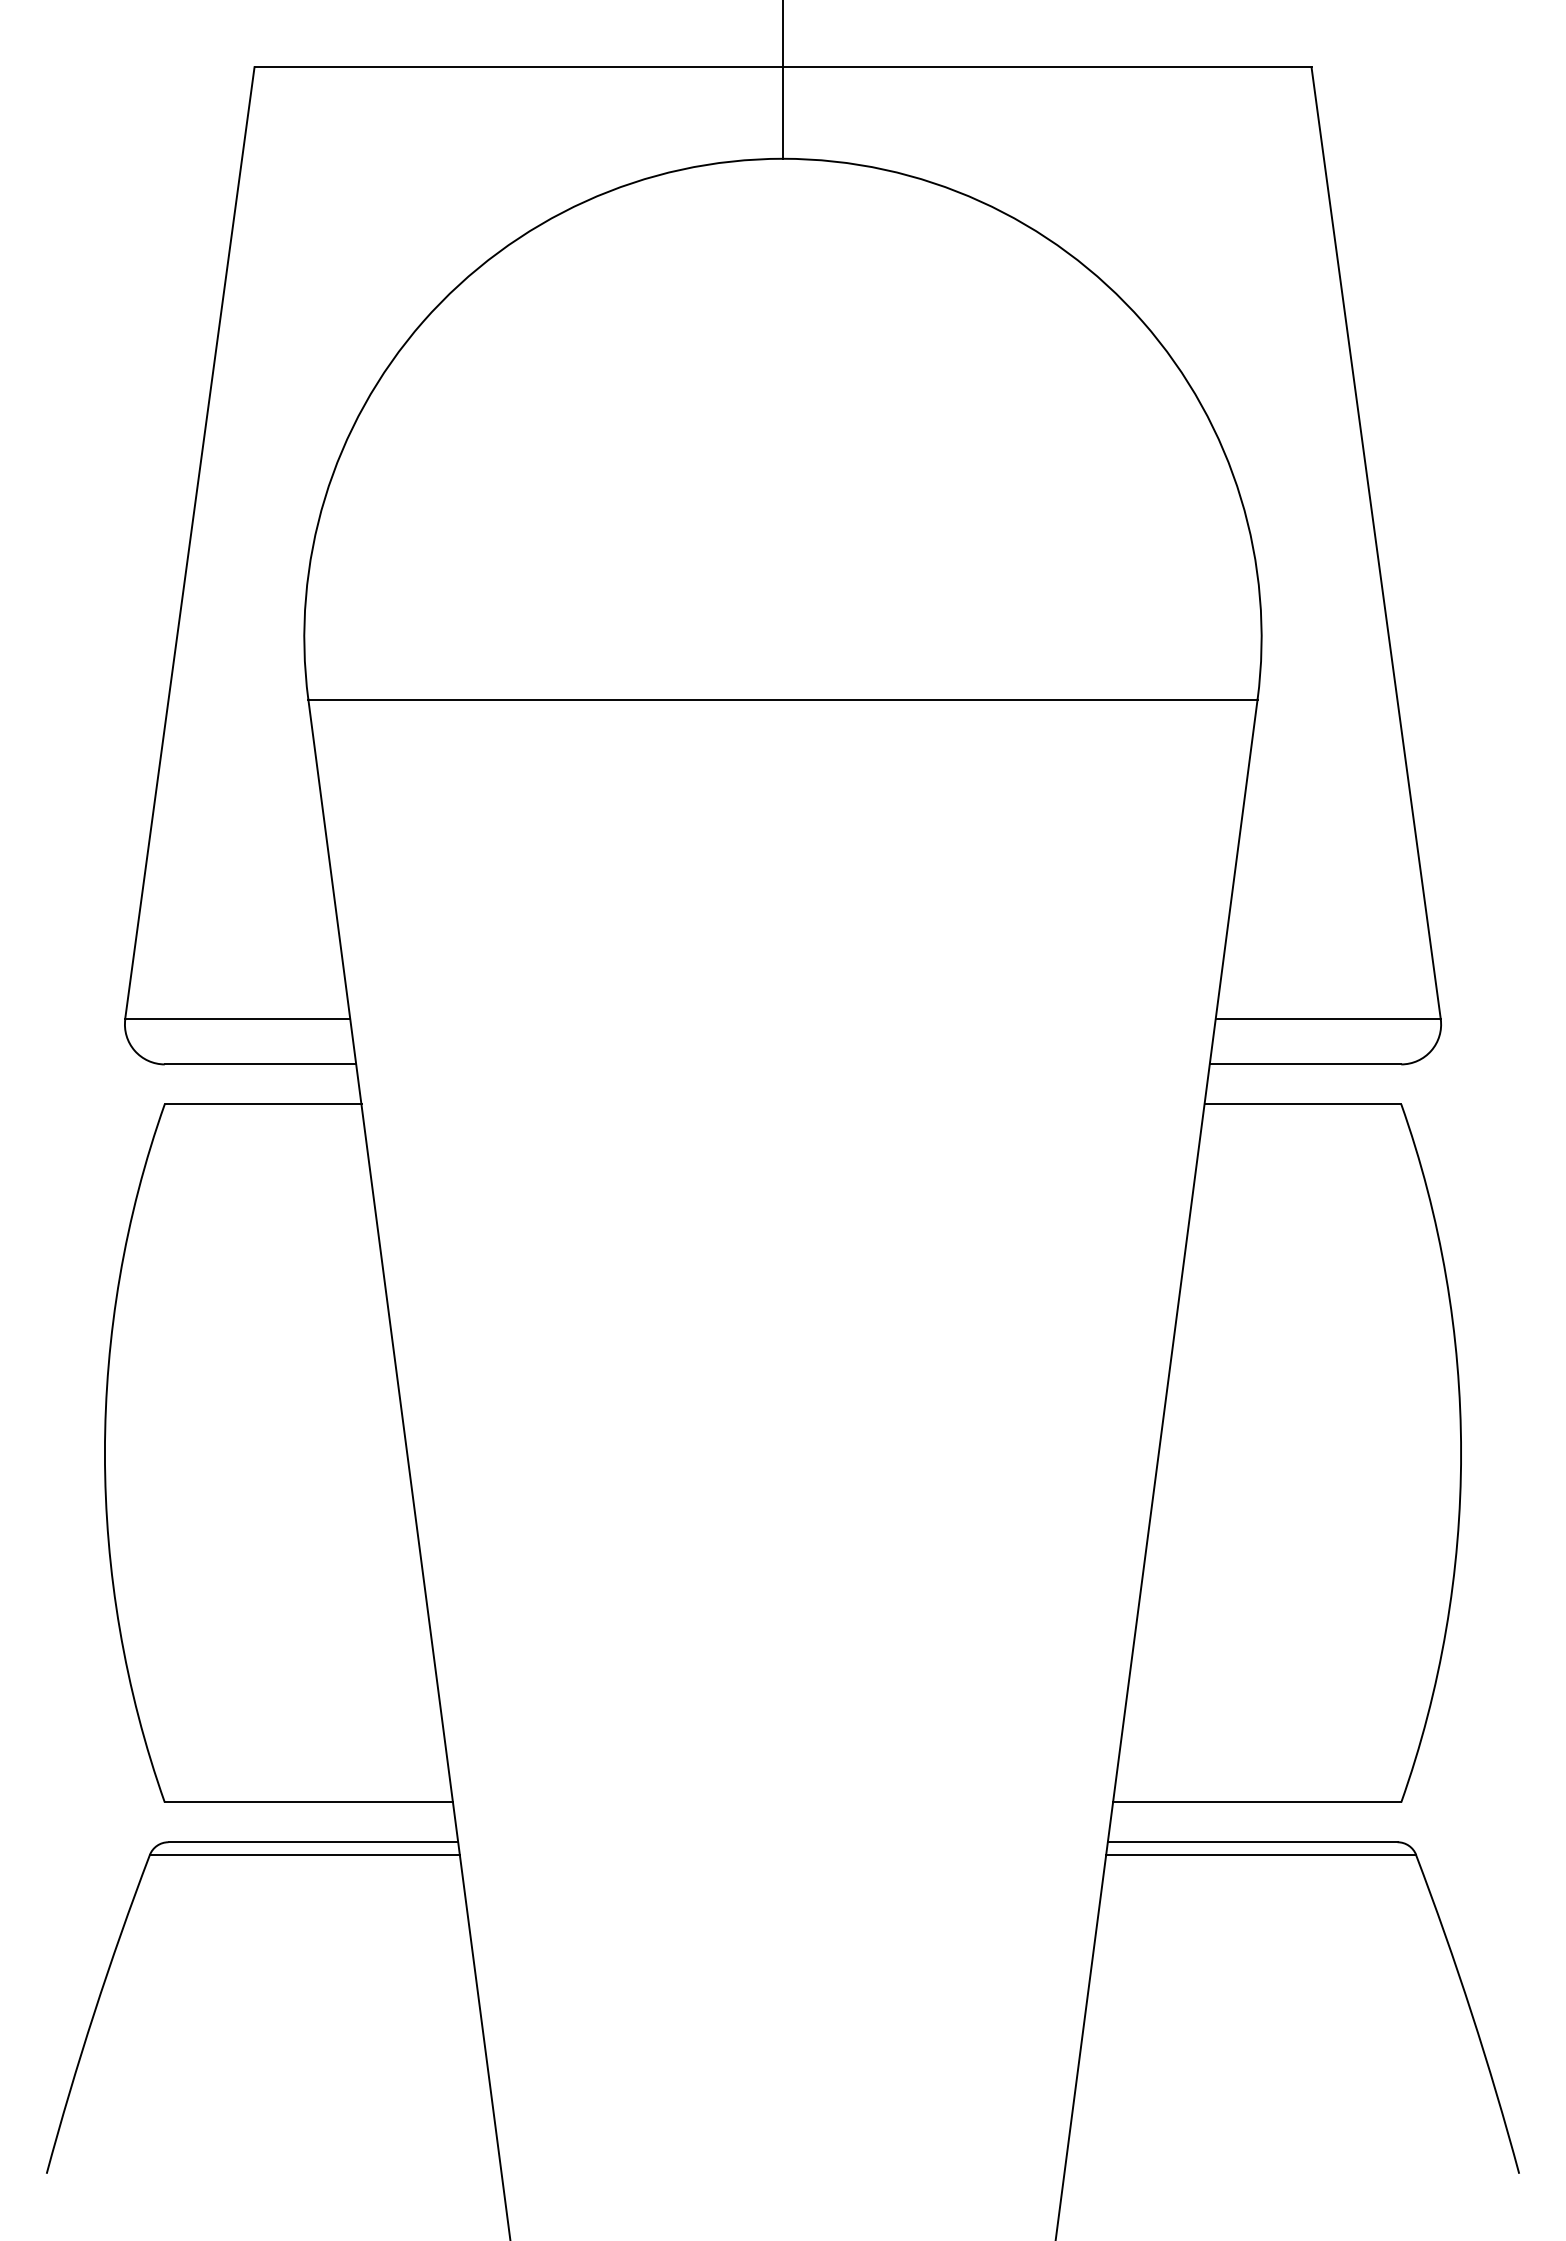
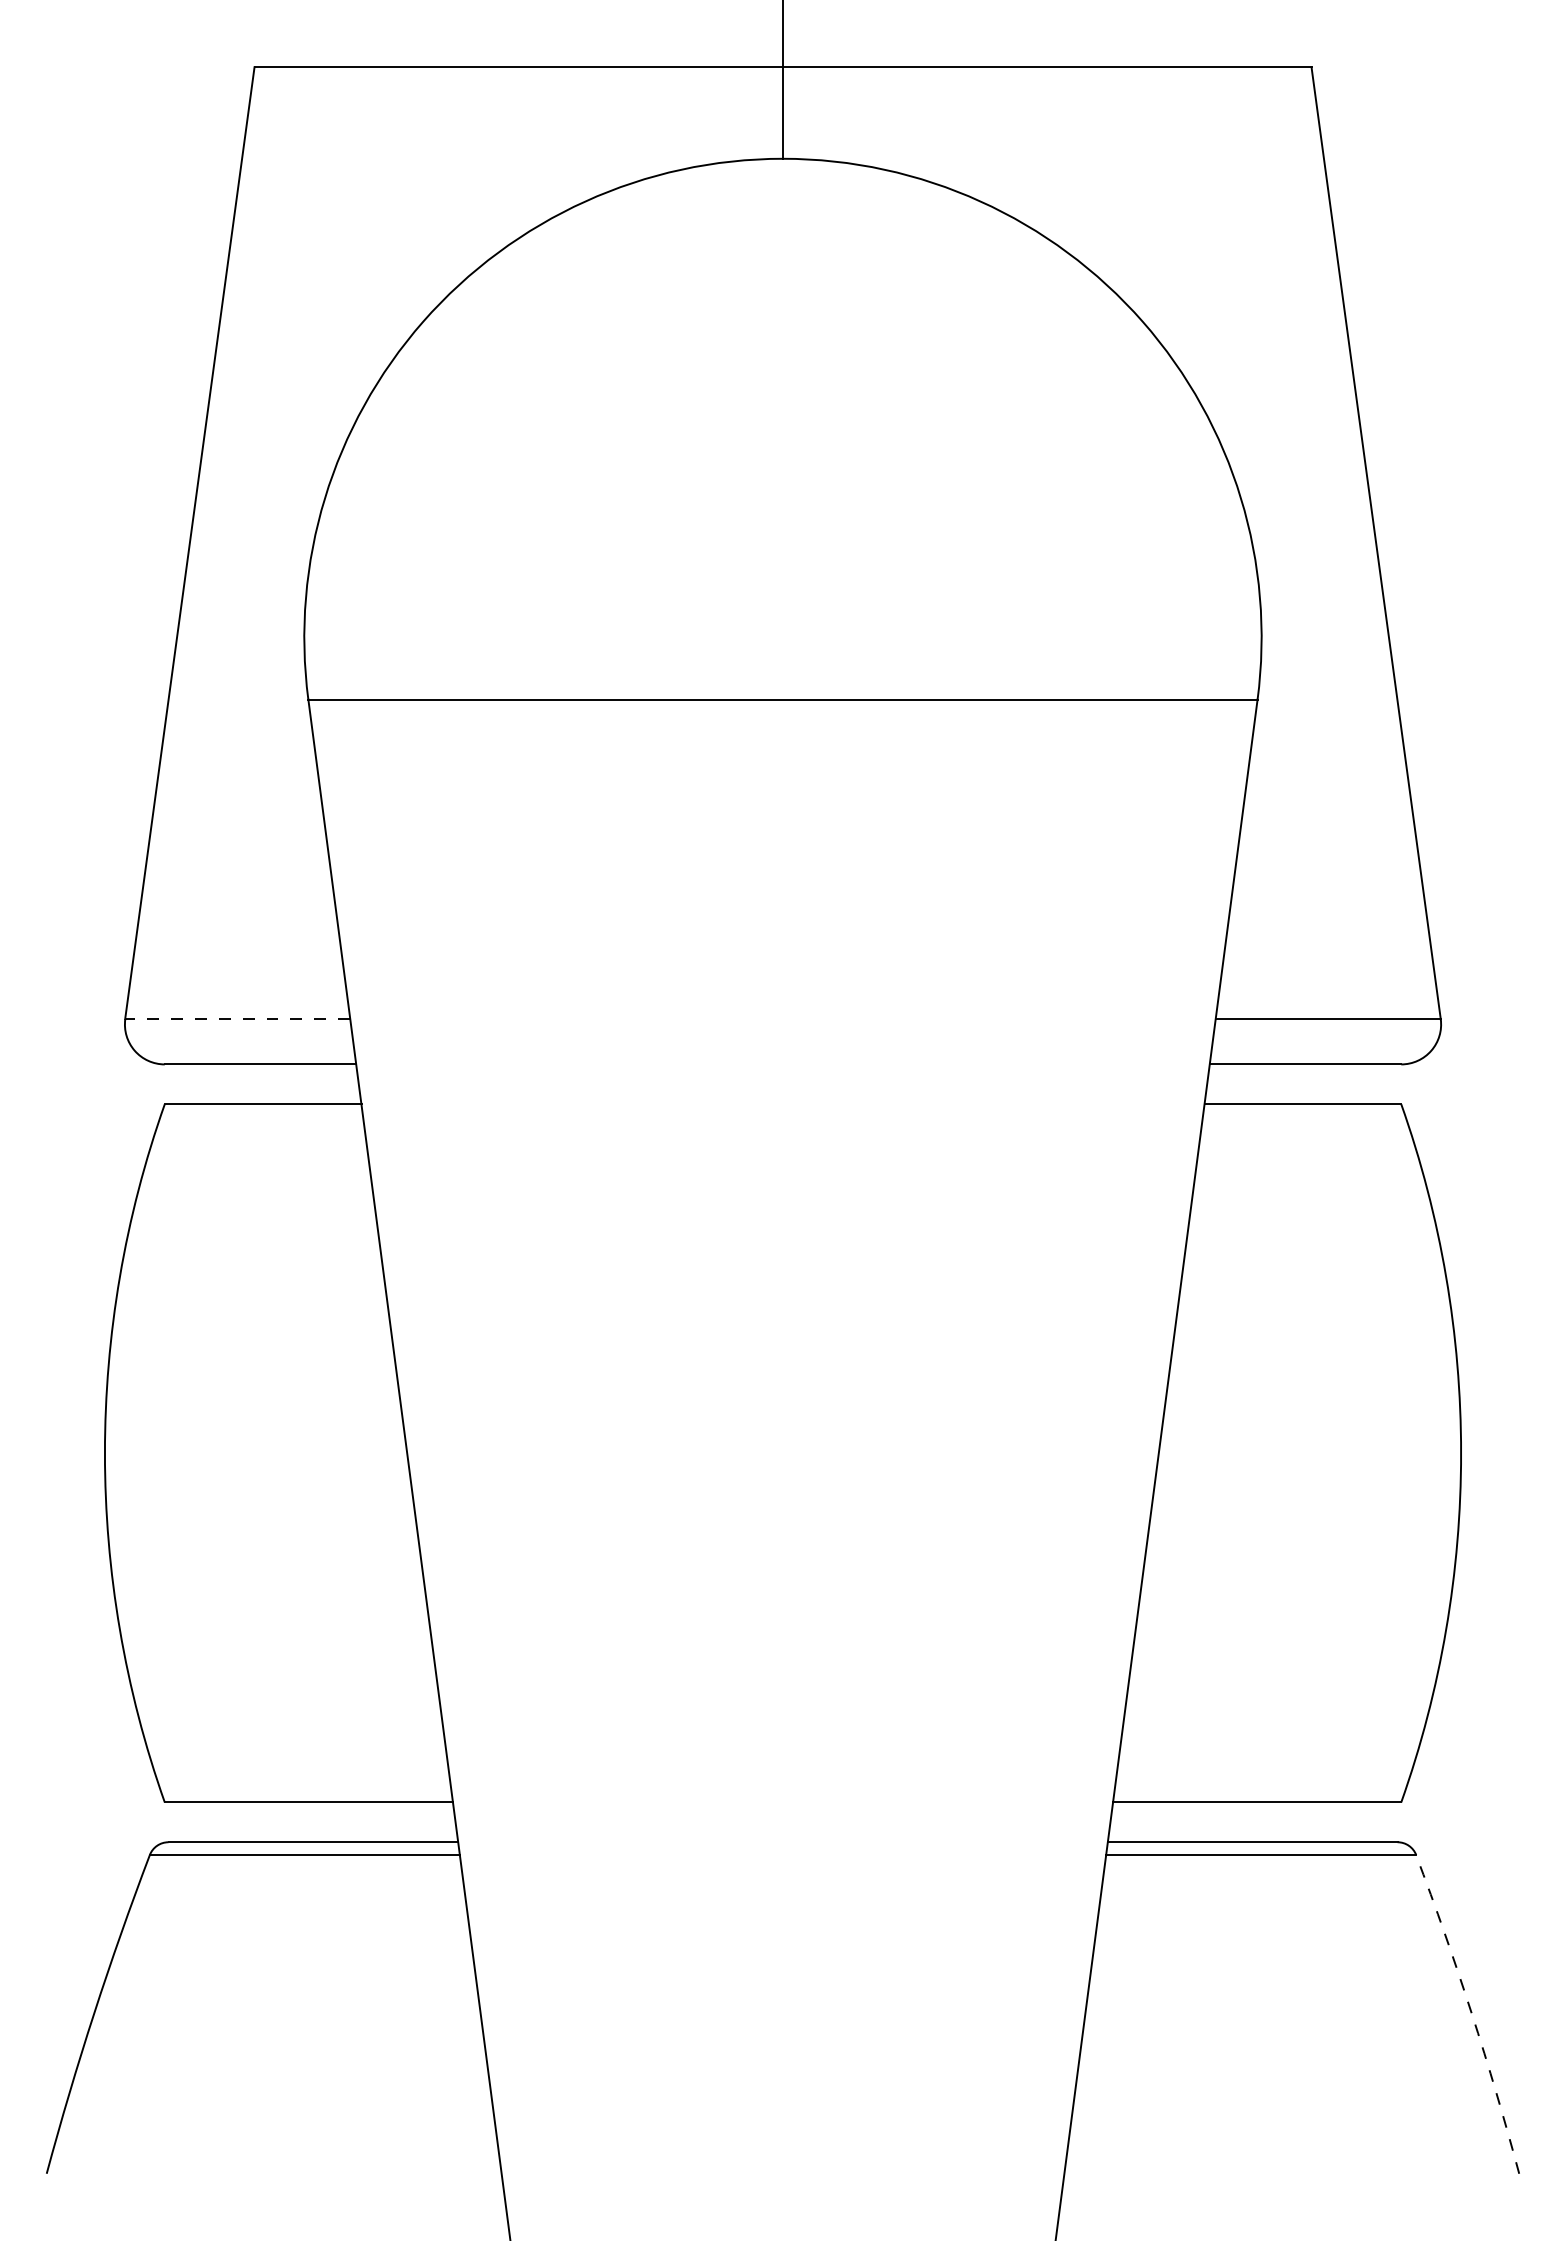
line at (237, 1019): solid -> dashed
arc at (1471, 2013): solid -> dashed
